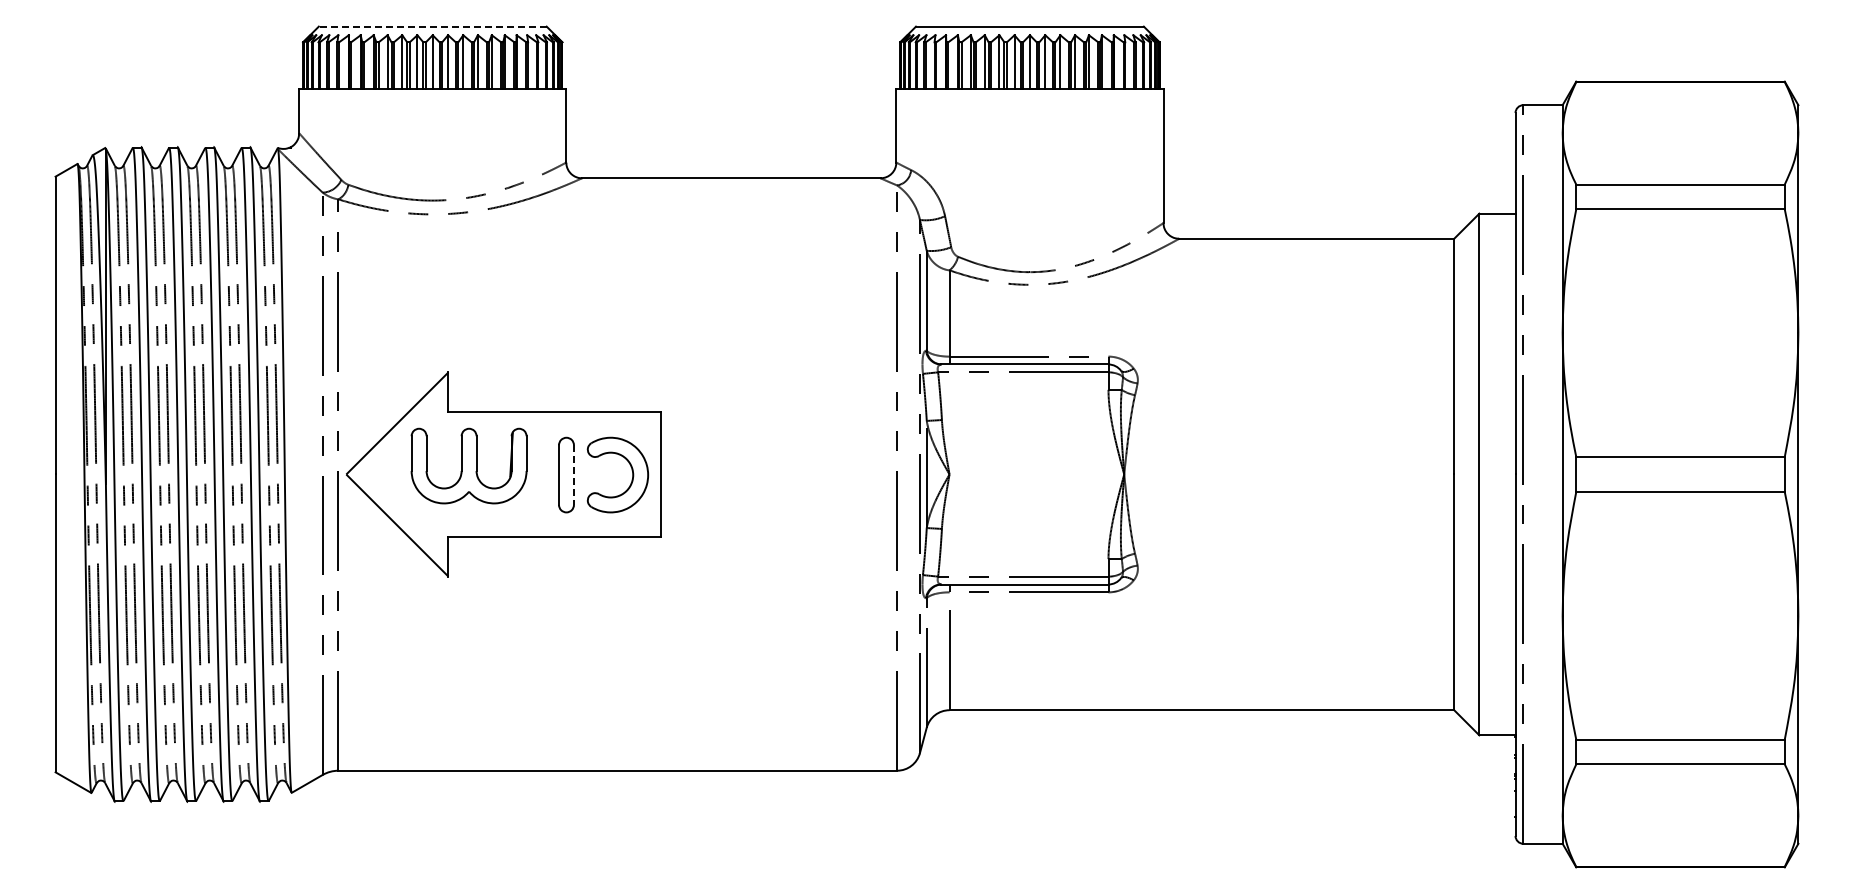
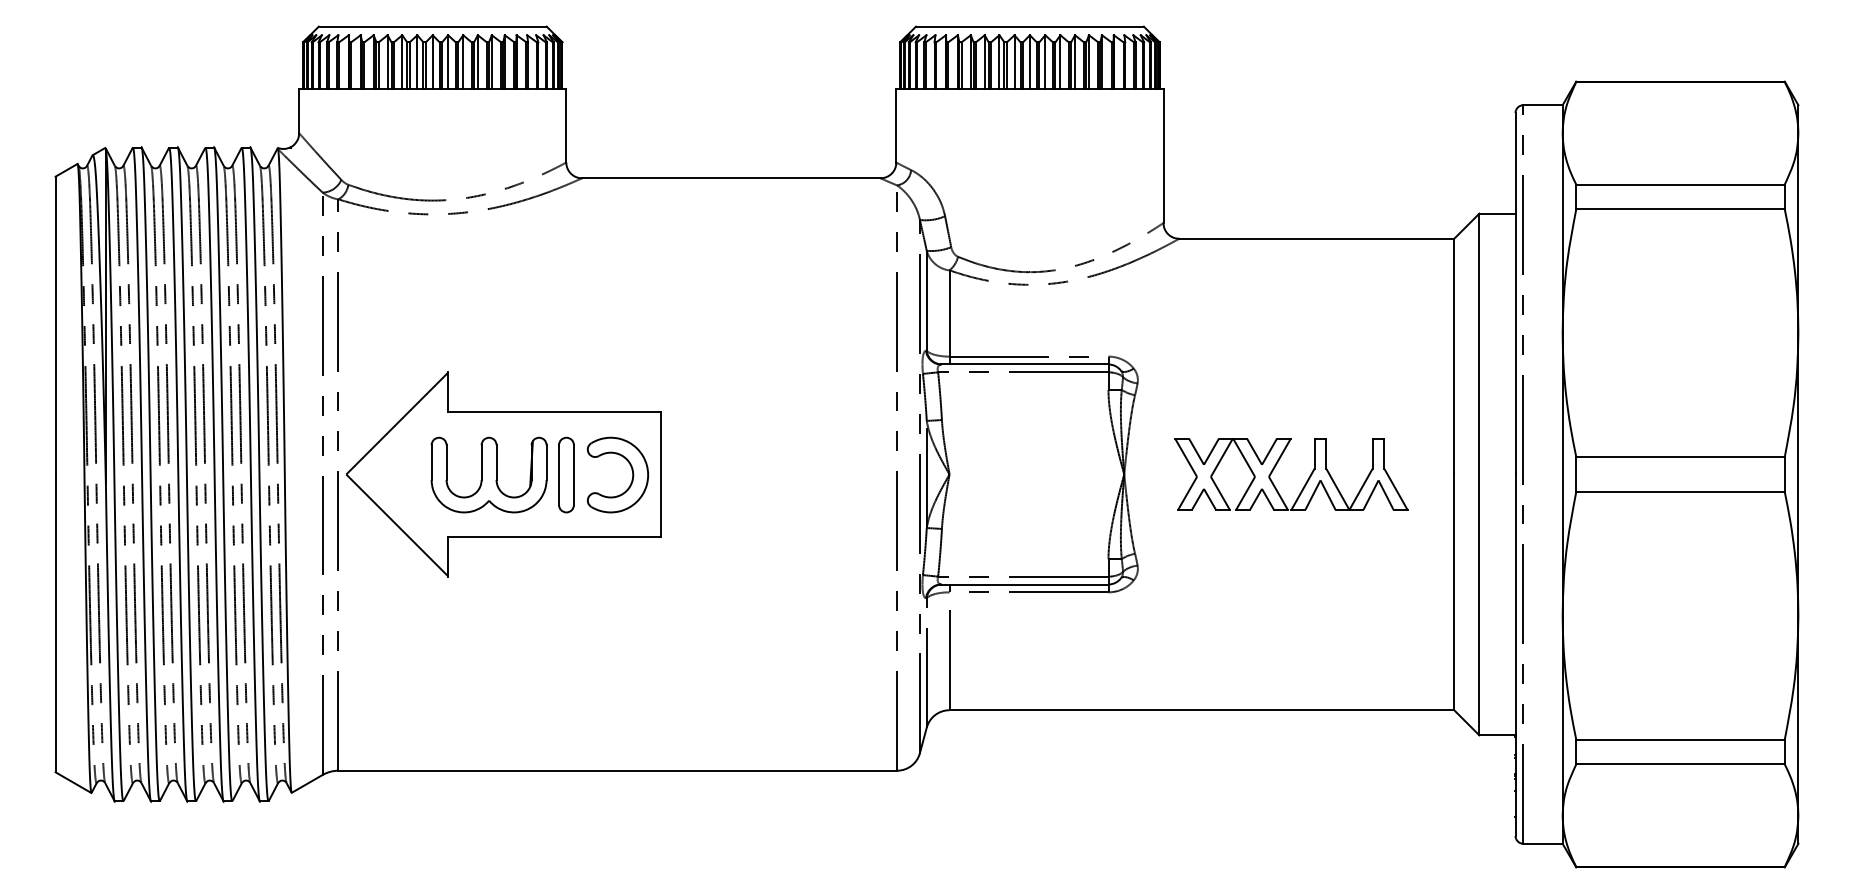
line at (432, 26): dashed -> solid
part at (468, 465) position: (468, 465) -> (488, 474)
line at (573, 475): dashed -> solid
part at (1305, 482): none -> present
